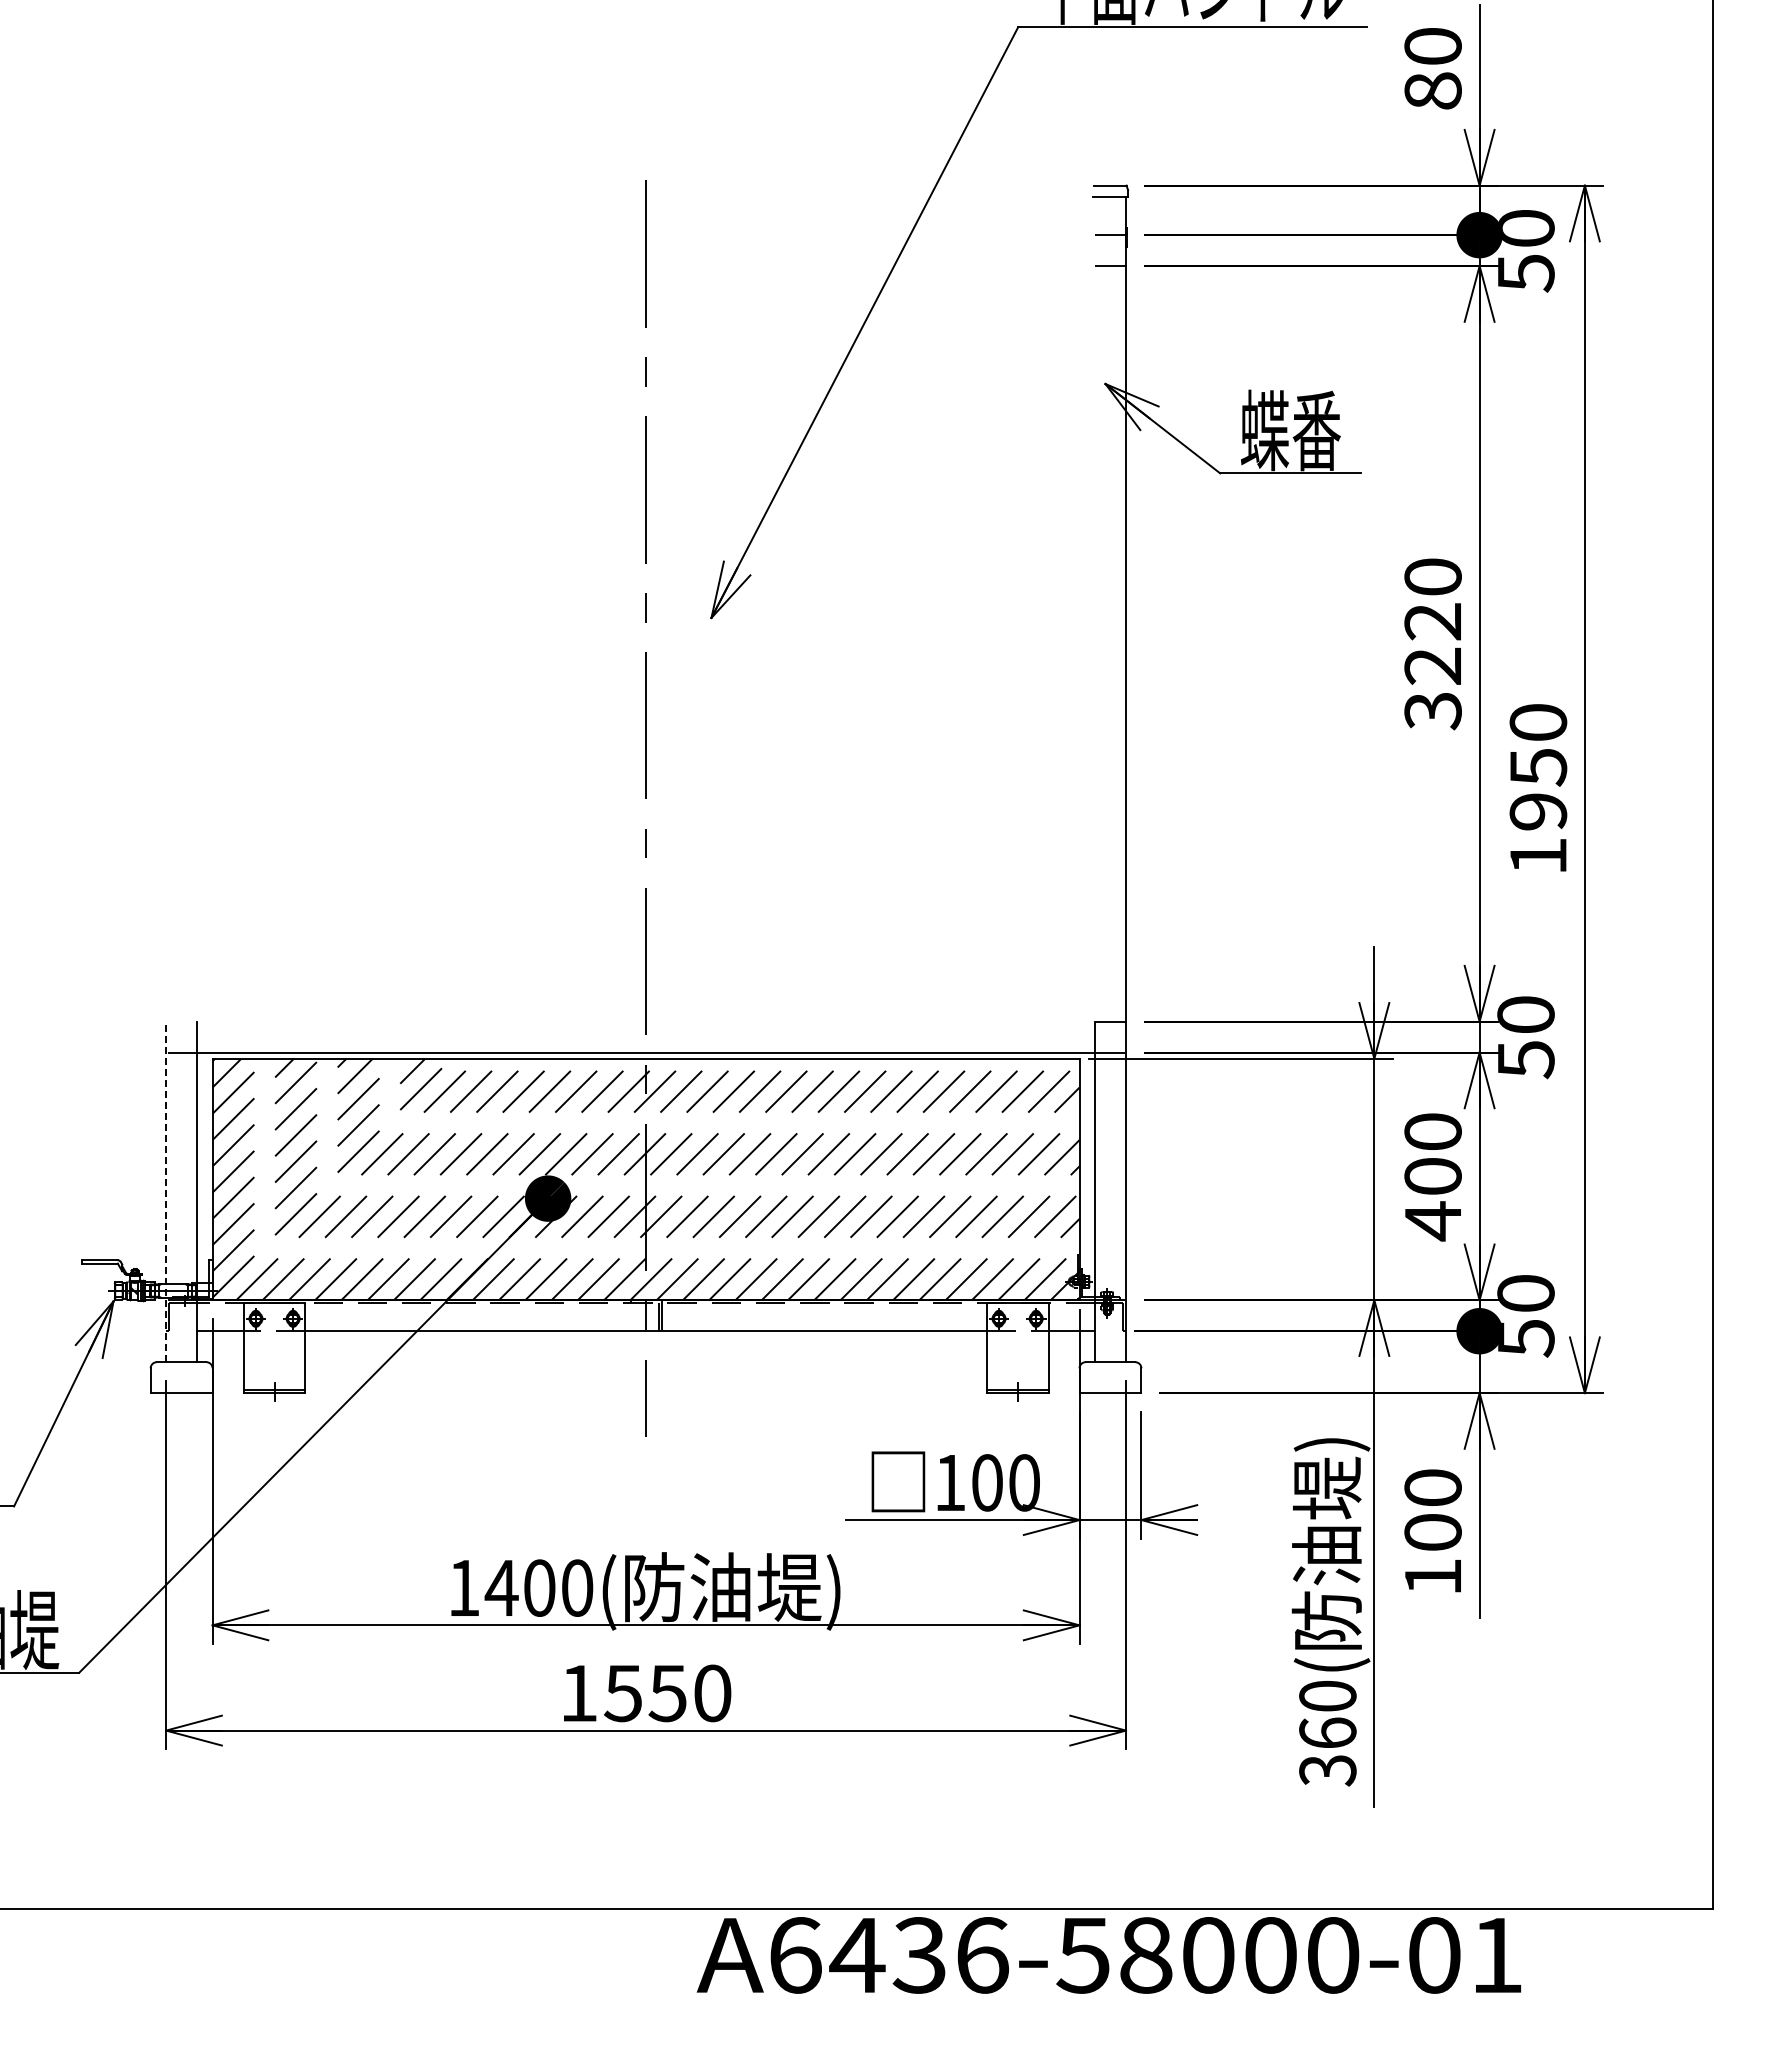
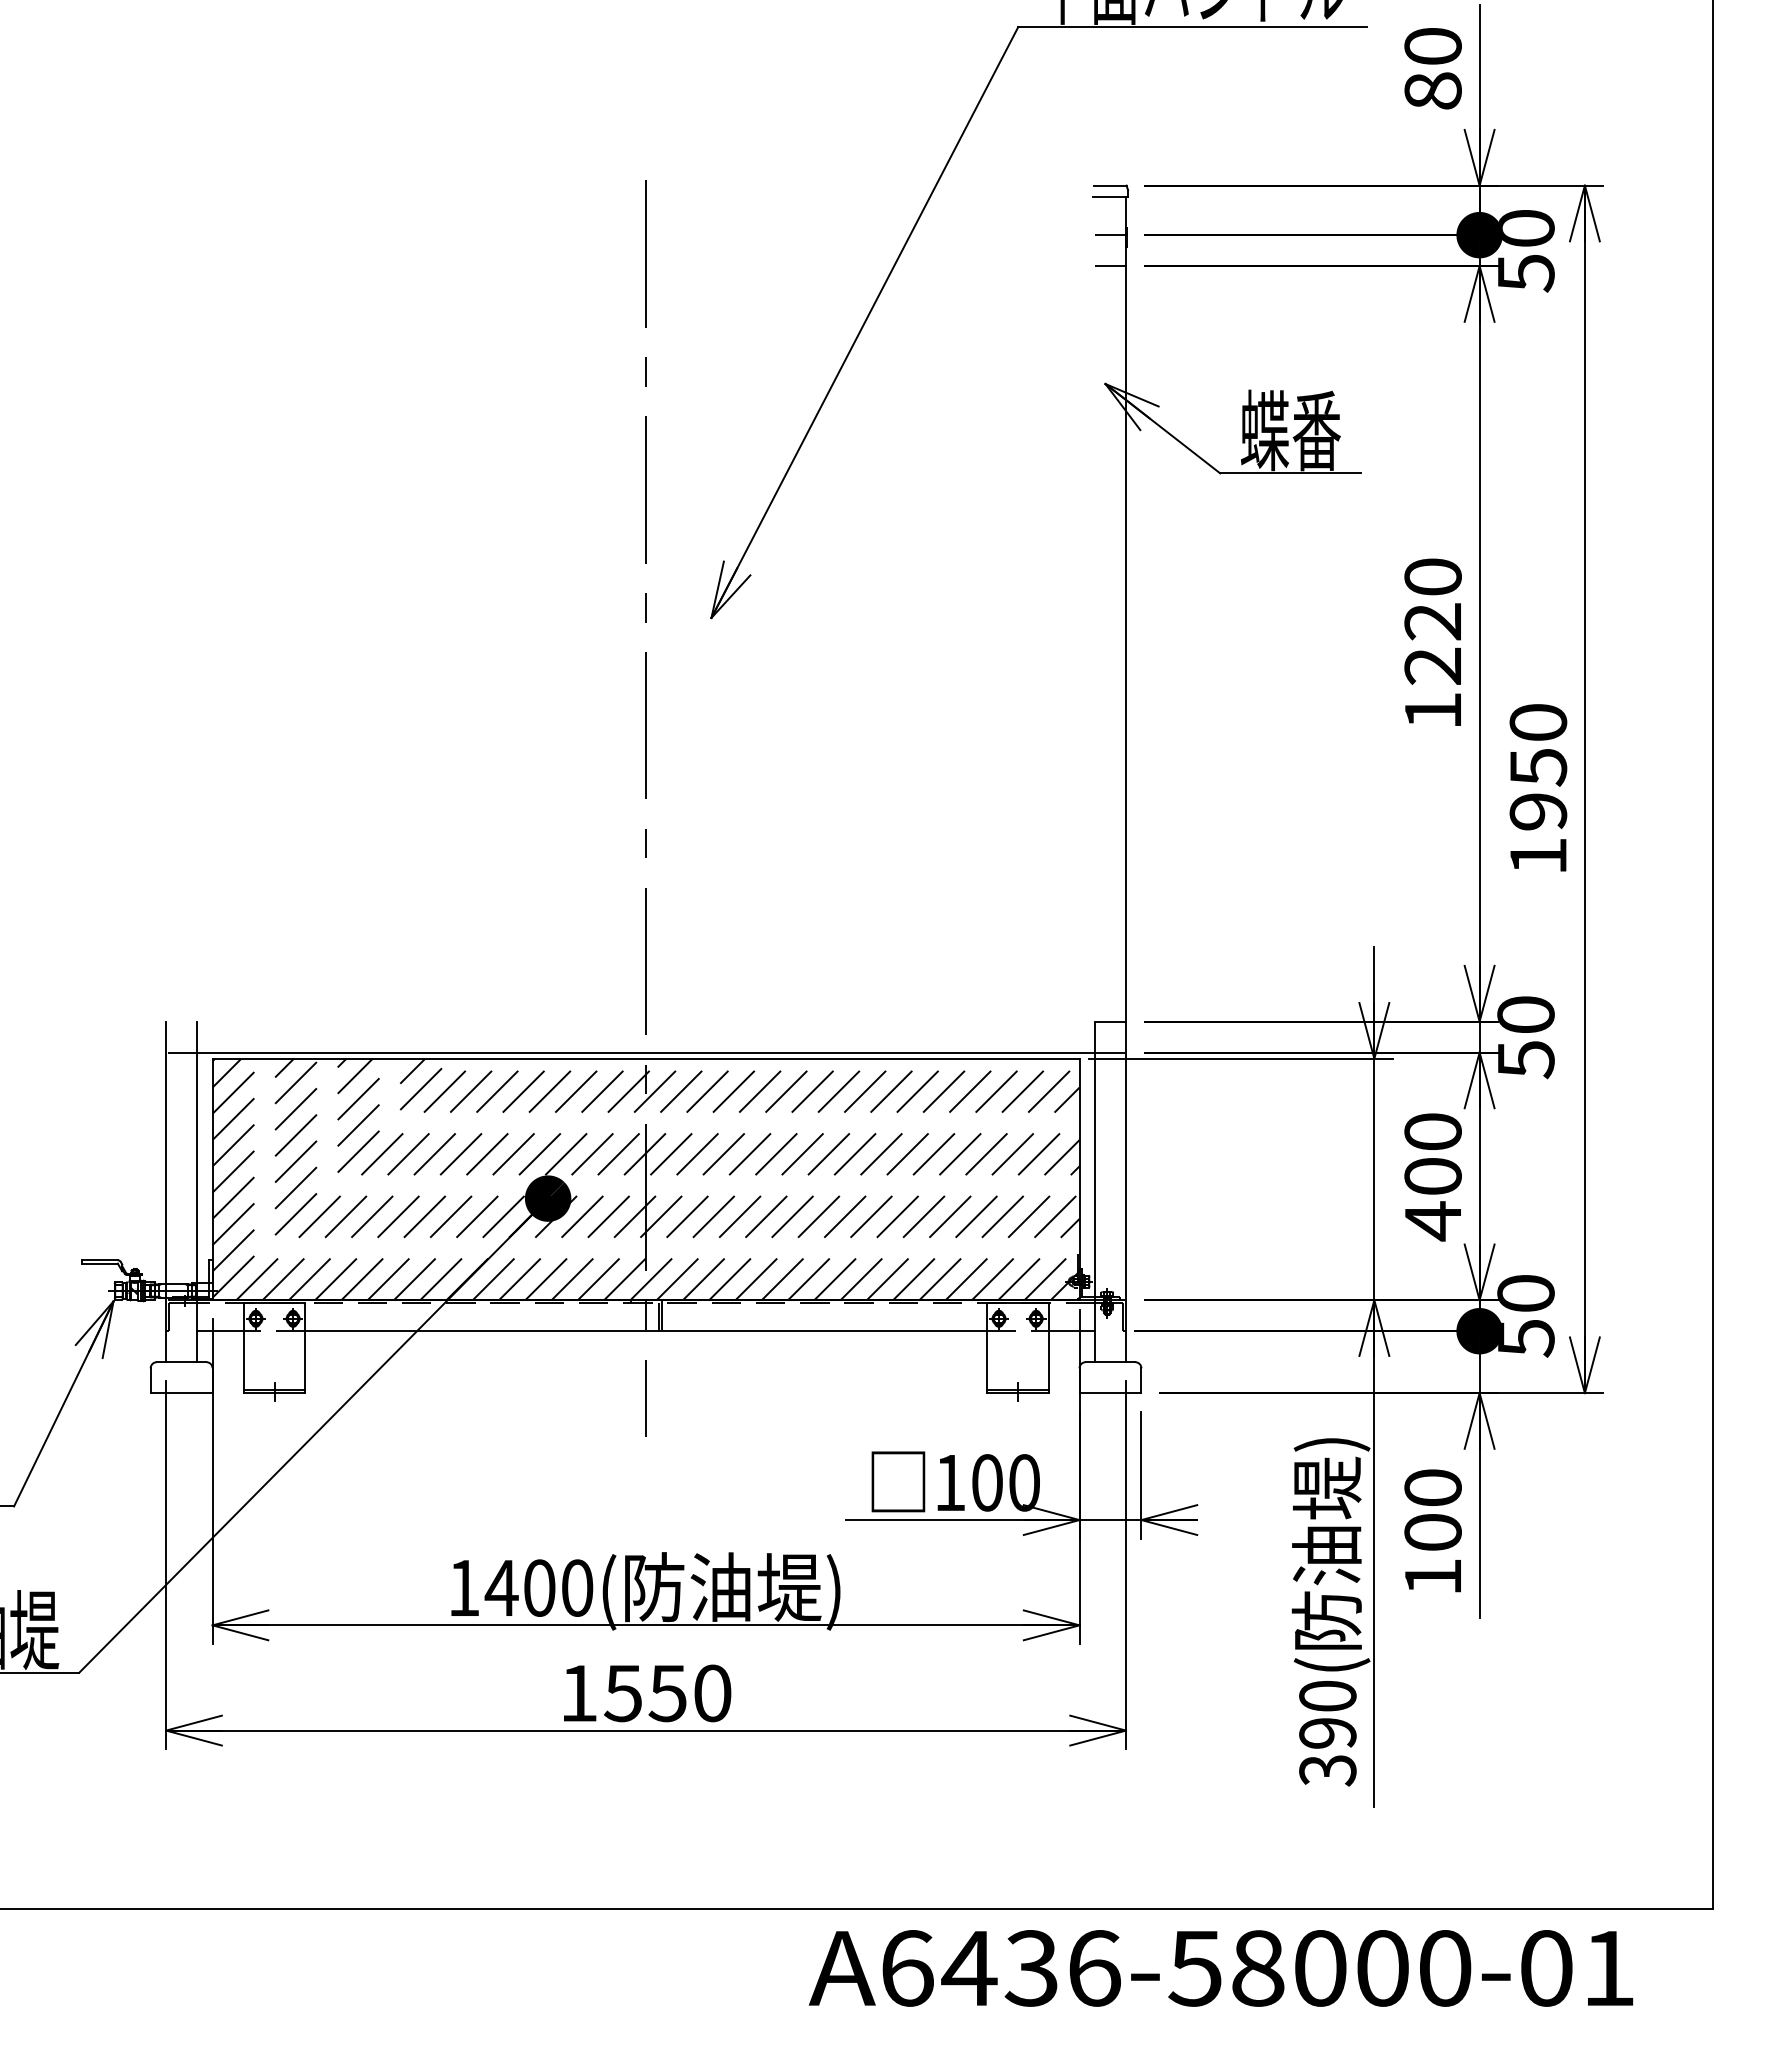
text at (1432, 711): 3220 -> 1220
line at (166, 1191): dashed -> solid
text at (1327, 1732): 360( -> 390(
text at (1108, 1955) position: (1108, 1955) -> (1220, 1968)
